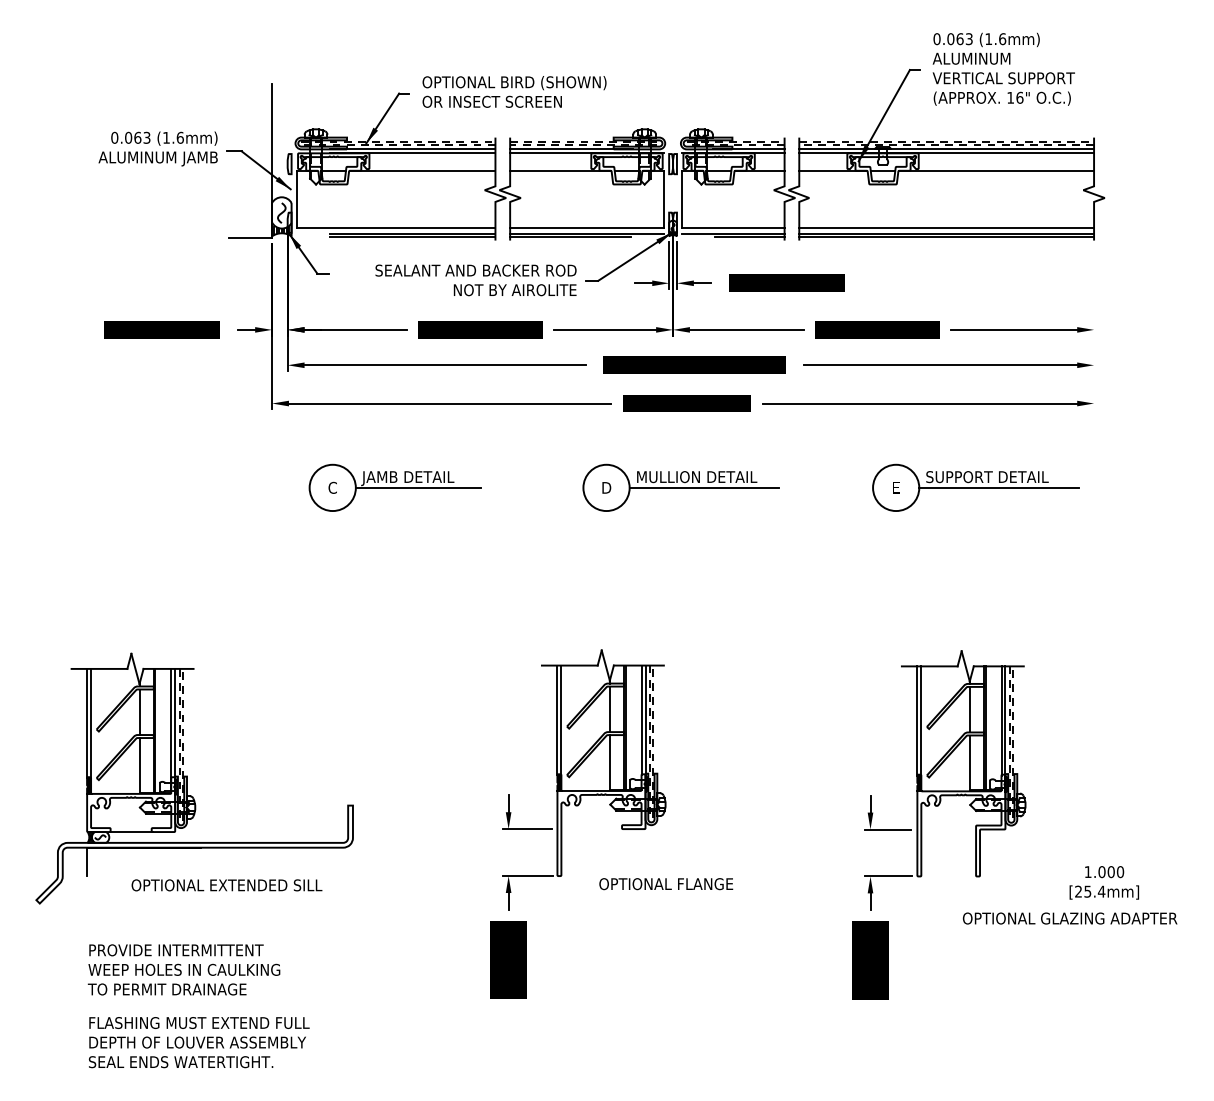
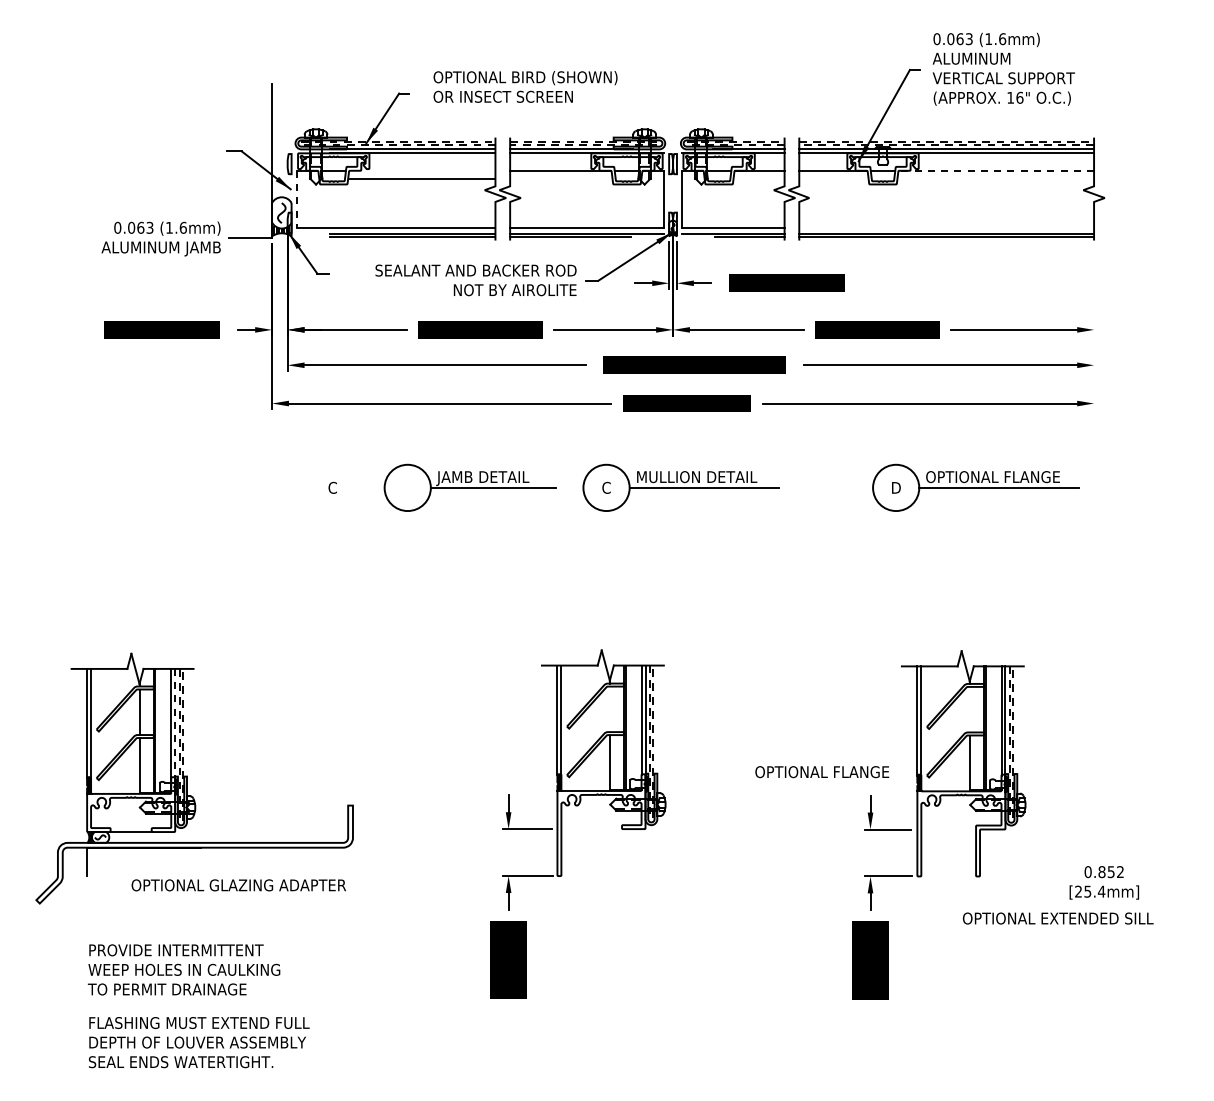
text at (514, 91) position: (514, 91) -> (525, 86)
text at (157, 148) position: (157, 148) -> (160, 238)
line at (422, 170) position: (422, 170) -> (422, 178)
line at (996, 170): solid -> dashed
line at (296, 199): solid -> dashed
line at (946, 228): present -> none
text at (992, 477): SUPPORT DETAIL -> OPTIONAL FLANGE
part at (394, 487) position: (394, 487) -> (469, 487)
text at (606, 487): D -> C
text at (896, 487): E -> D
line at (610, 709): present -> none
line at (970, 709): present -> none
line at (175, 723): solid -> dashed
text at (1104, 872): 1.000 -> 0.852
text at (666, 884) position: (666, 884) -> (822, 772)
text at (277, 885): OPTIONAL EXTENDED SILL -> OPTIONAL GLAZING ADAPTER
text at (1109, 918): OPTIONAL GLAZING ADAPTER -> OPTIONAL EXTENDED SILL
